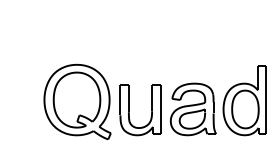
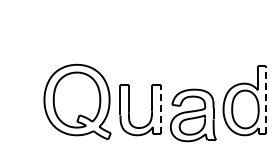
line at (266, 99): solid -> dashed
line at (160, 109): solid -> dashed
part at (192, 109) position: (192, 109) -> (192, 115)
